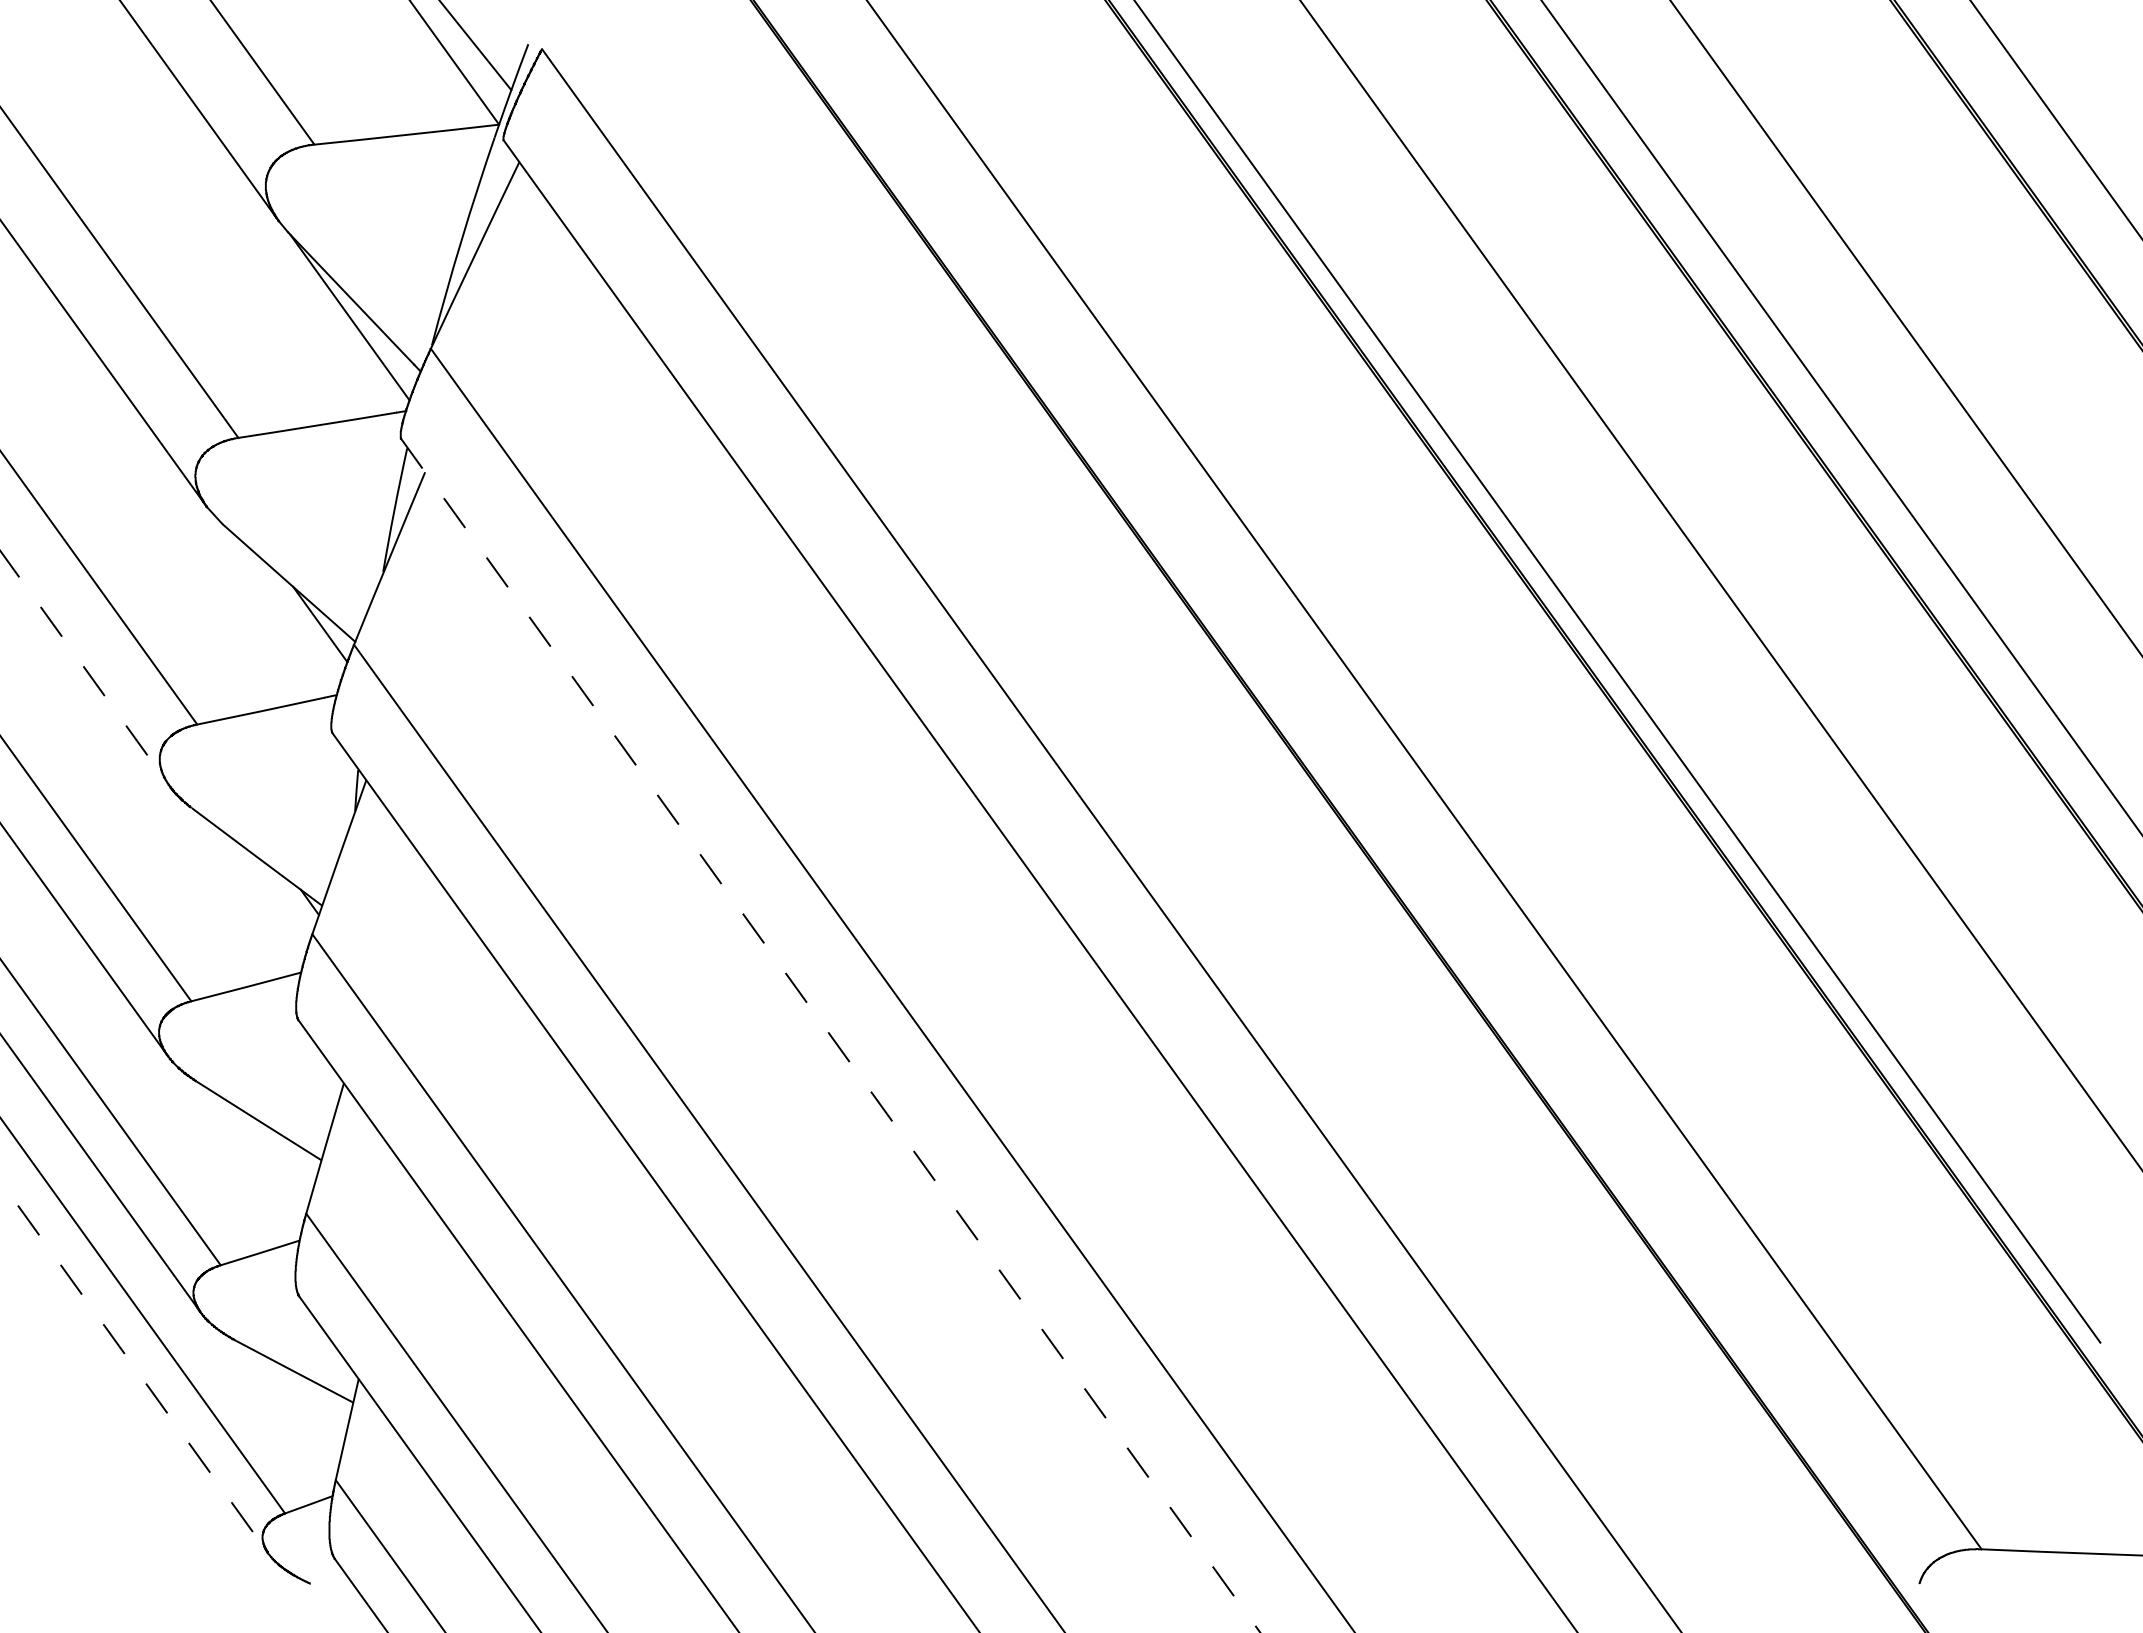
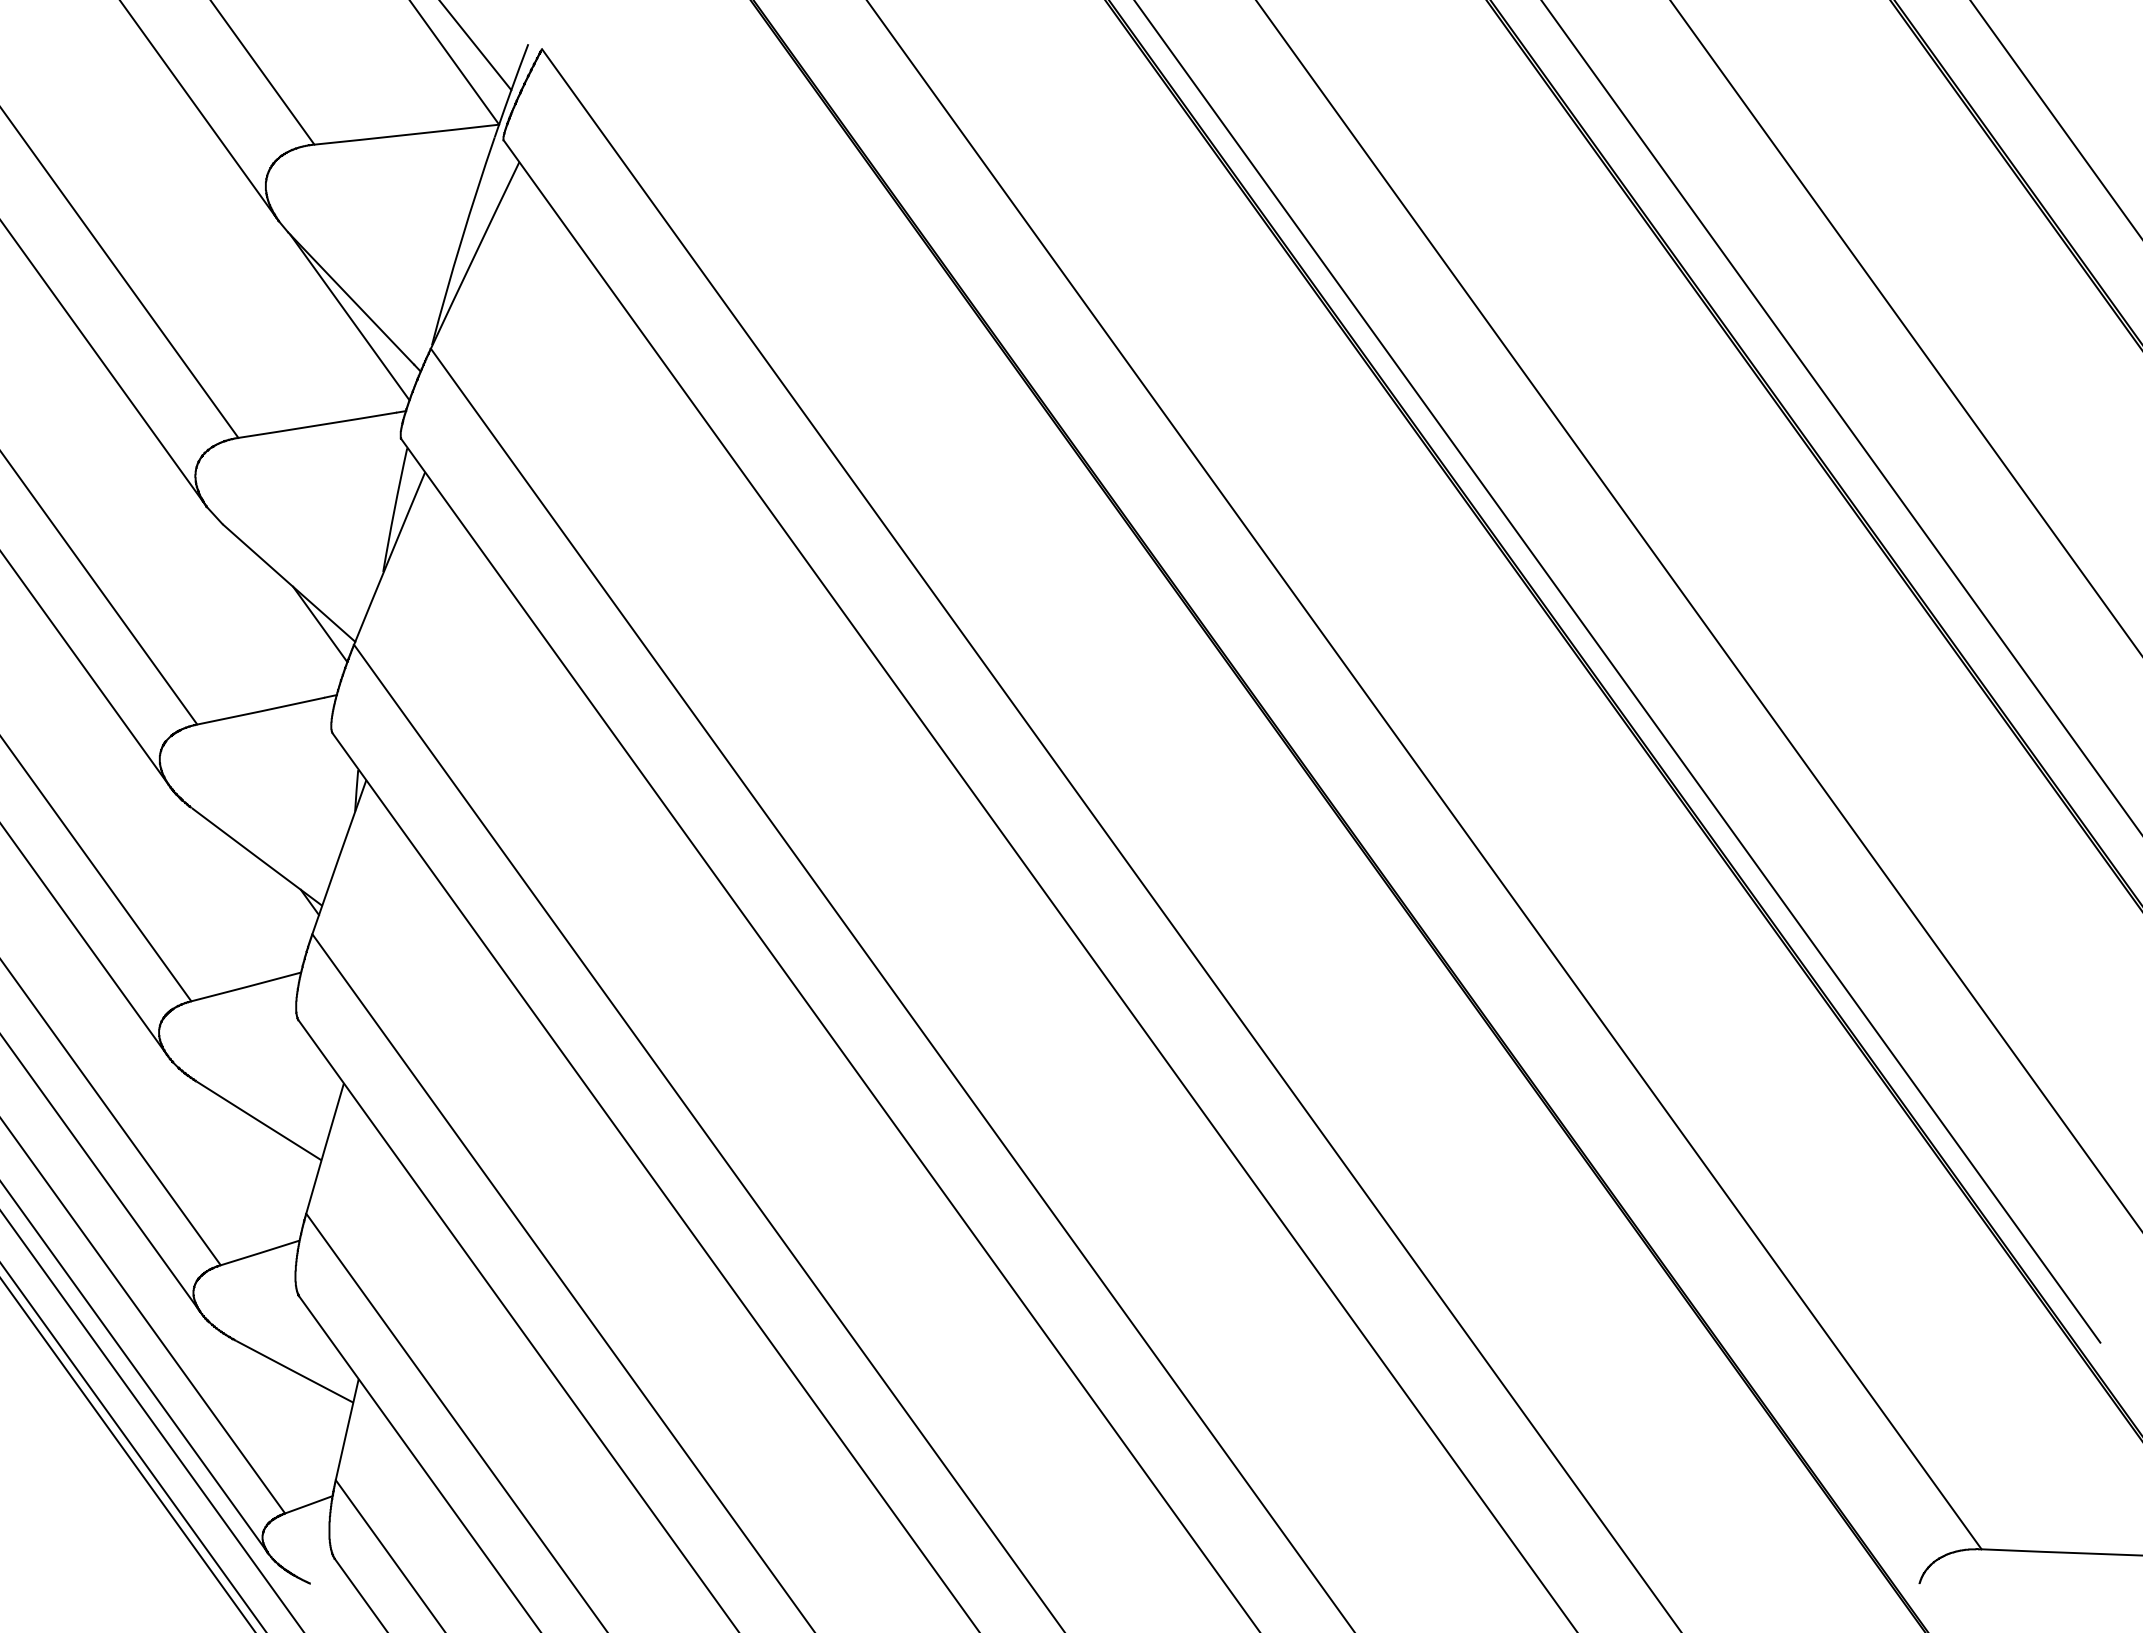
line at (1720, 584) position: (1720, 584) -> (1698, 615)
line at (85, 668): dashed -> solid
line at (831, 1036): dashed -> solid
line at (134, 1367): dashed -> solid
line at (151, 1420): none -> present
line at (133, 1447): none -> present
line at (127, 1454): none -> present
